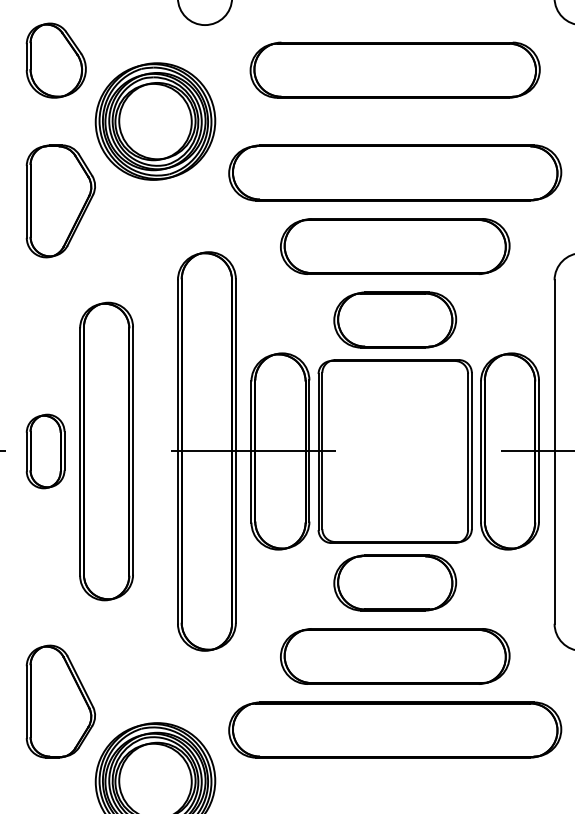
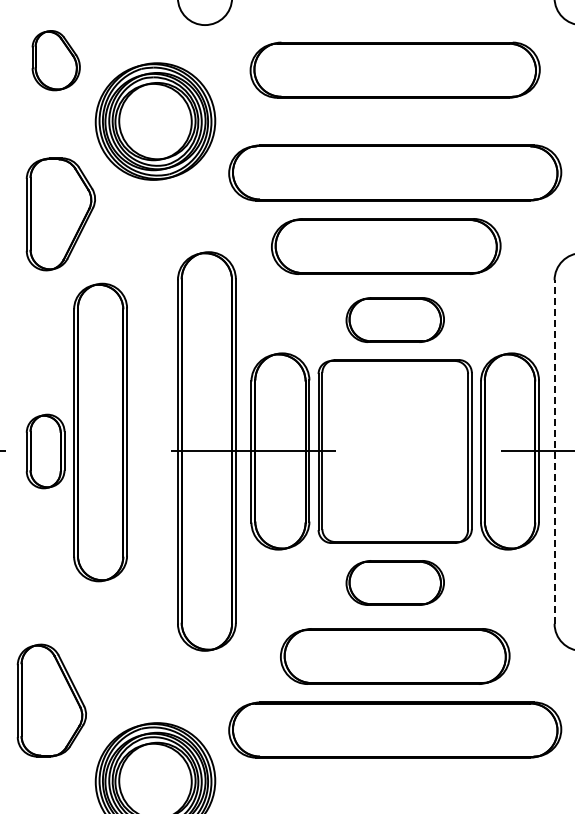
part at (55, 60) size: 62x77 px -> 50x62 px
part at (60, 201) position: (60, 201) -> (60, 214)
part at (395, 246) position: (395, 246) -> (386, 246)
part at (395, 319) size: 125x58 px -> 100x46 px
part at (106, 451) position: (106, 451) -> (100, 432)
line at (554, 452): solid -> dashed
part at (395, 582) size: 125x58 px -> 100x46 px
part at (60, 701) position: (60, 701) -> (51, 700)
